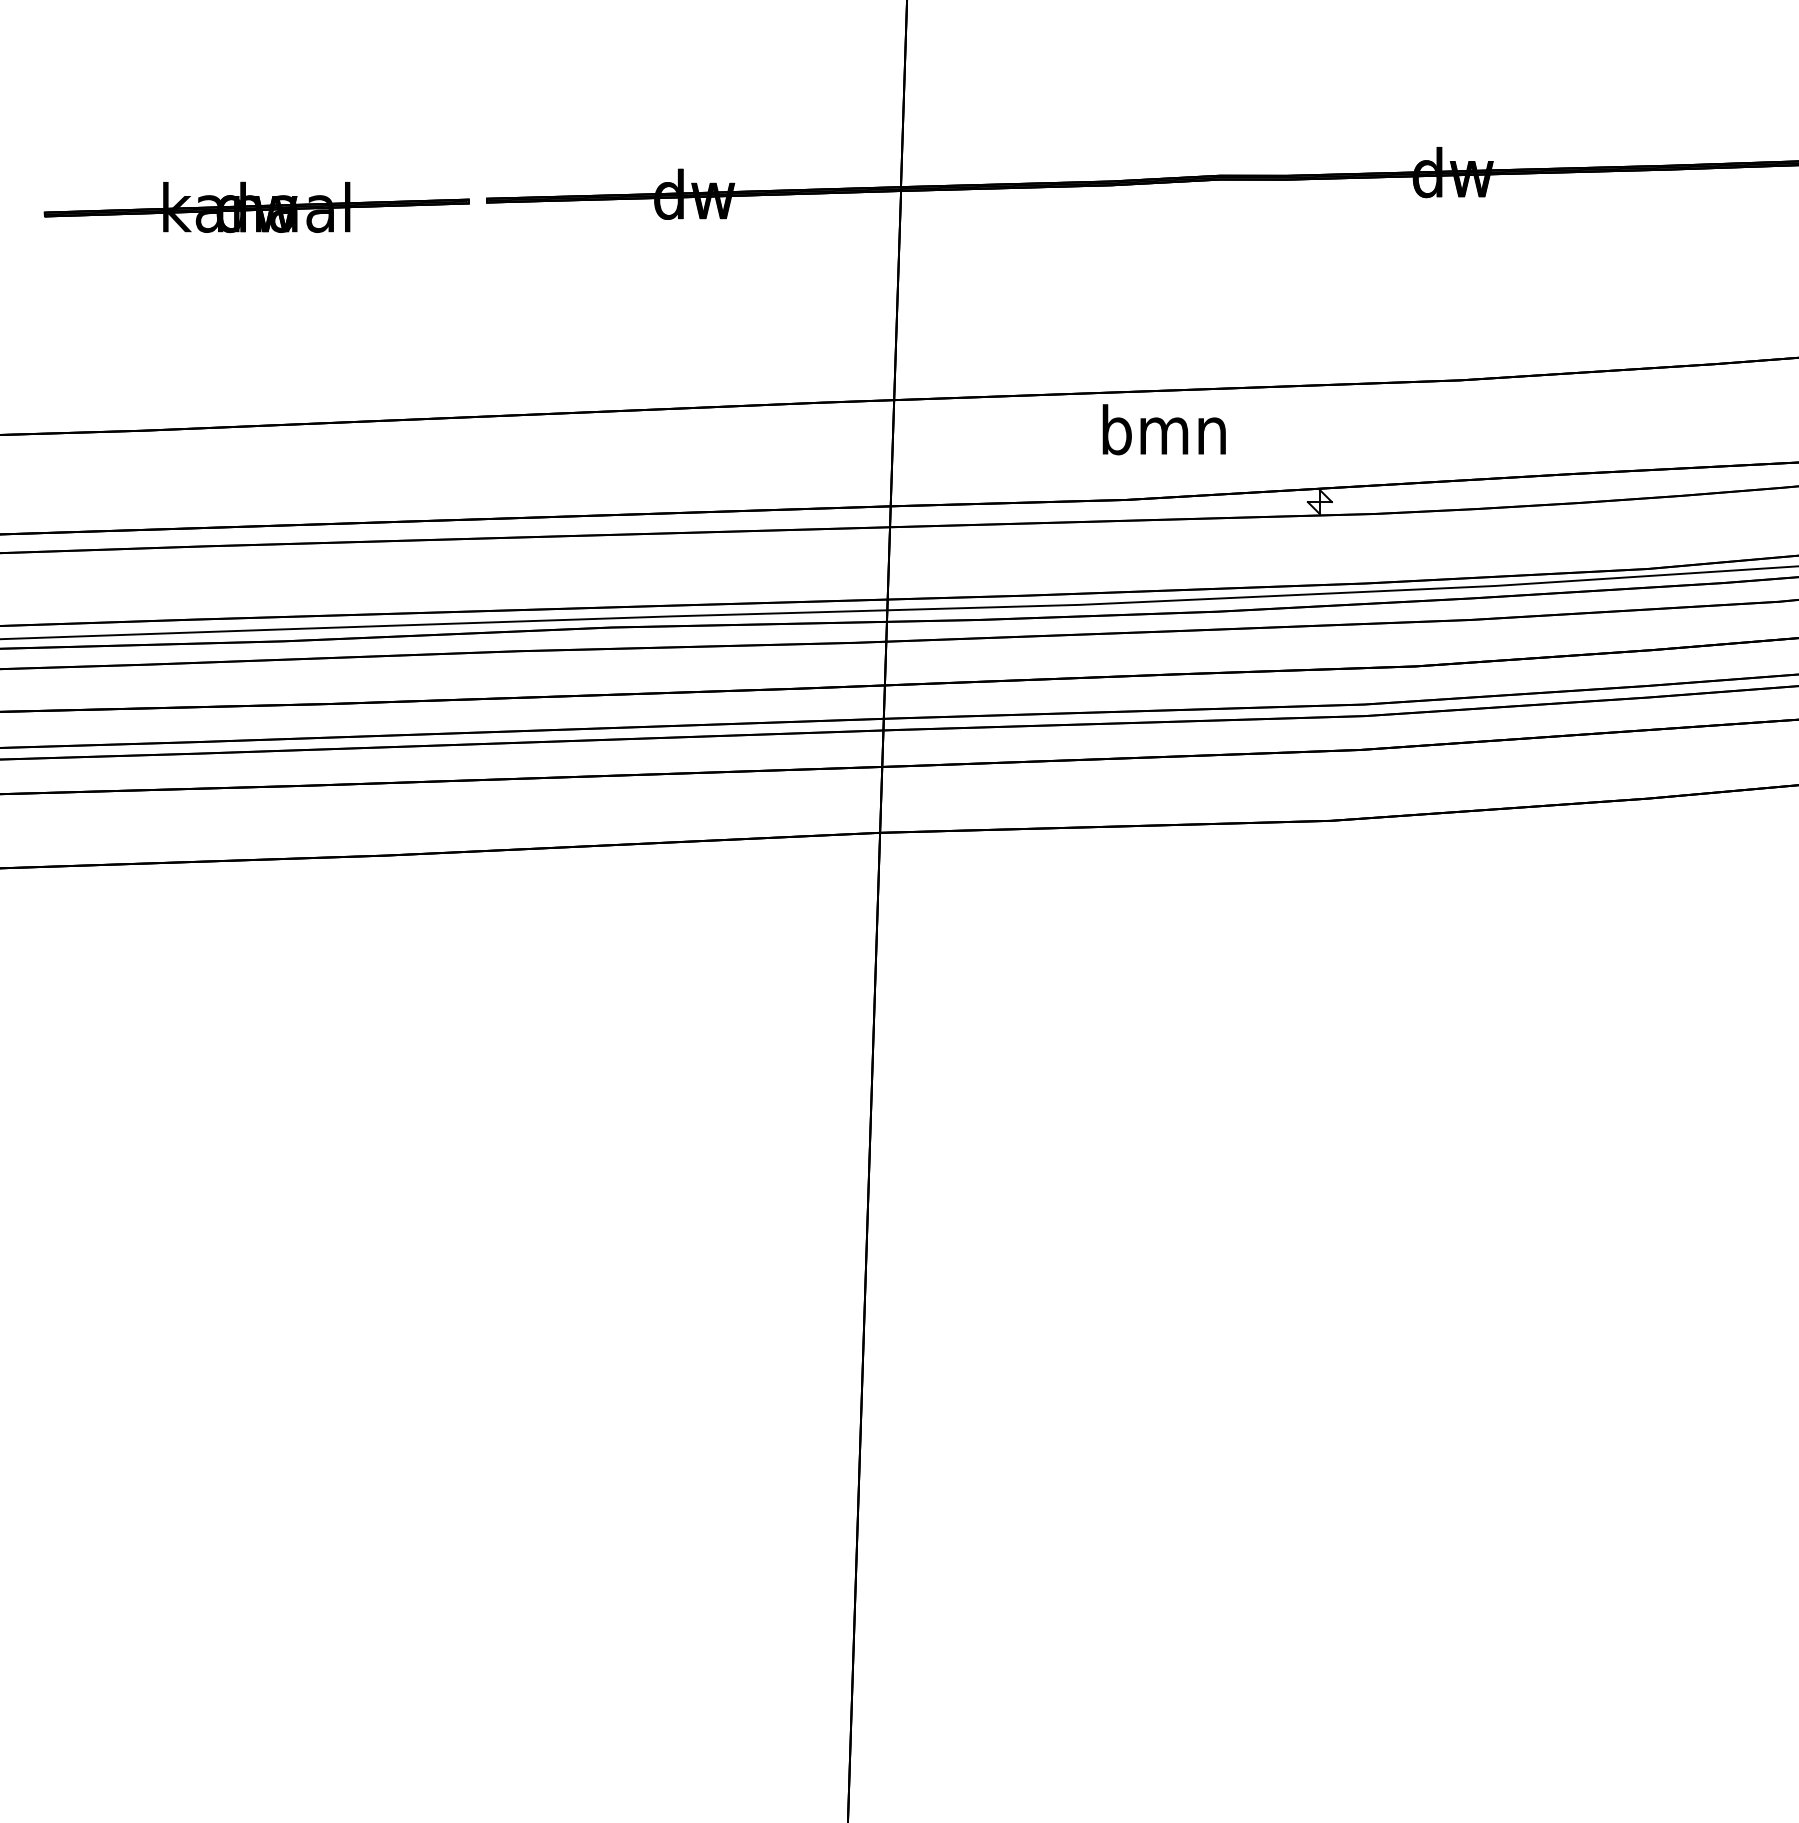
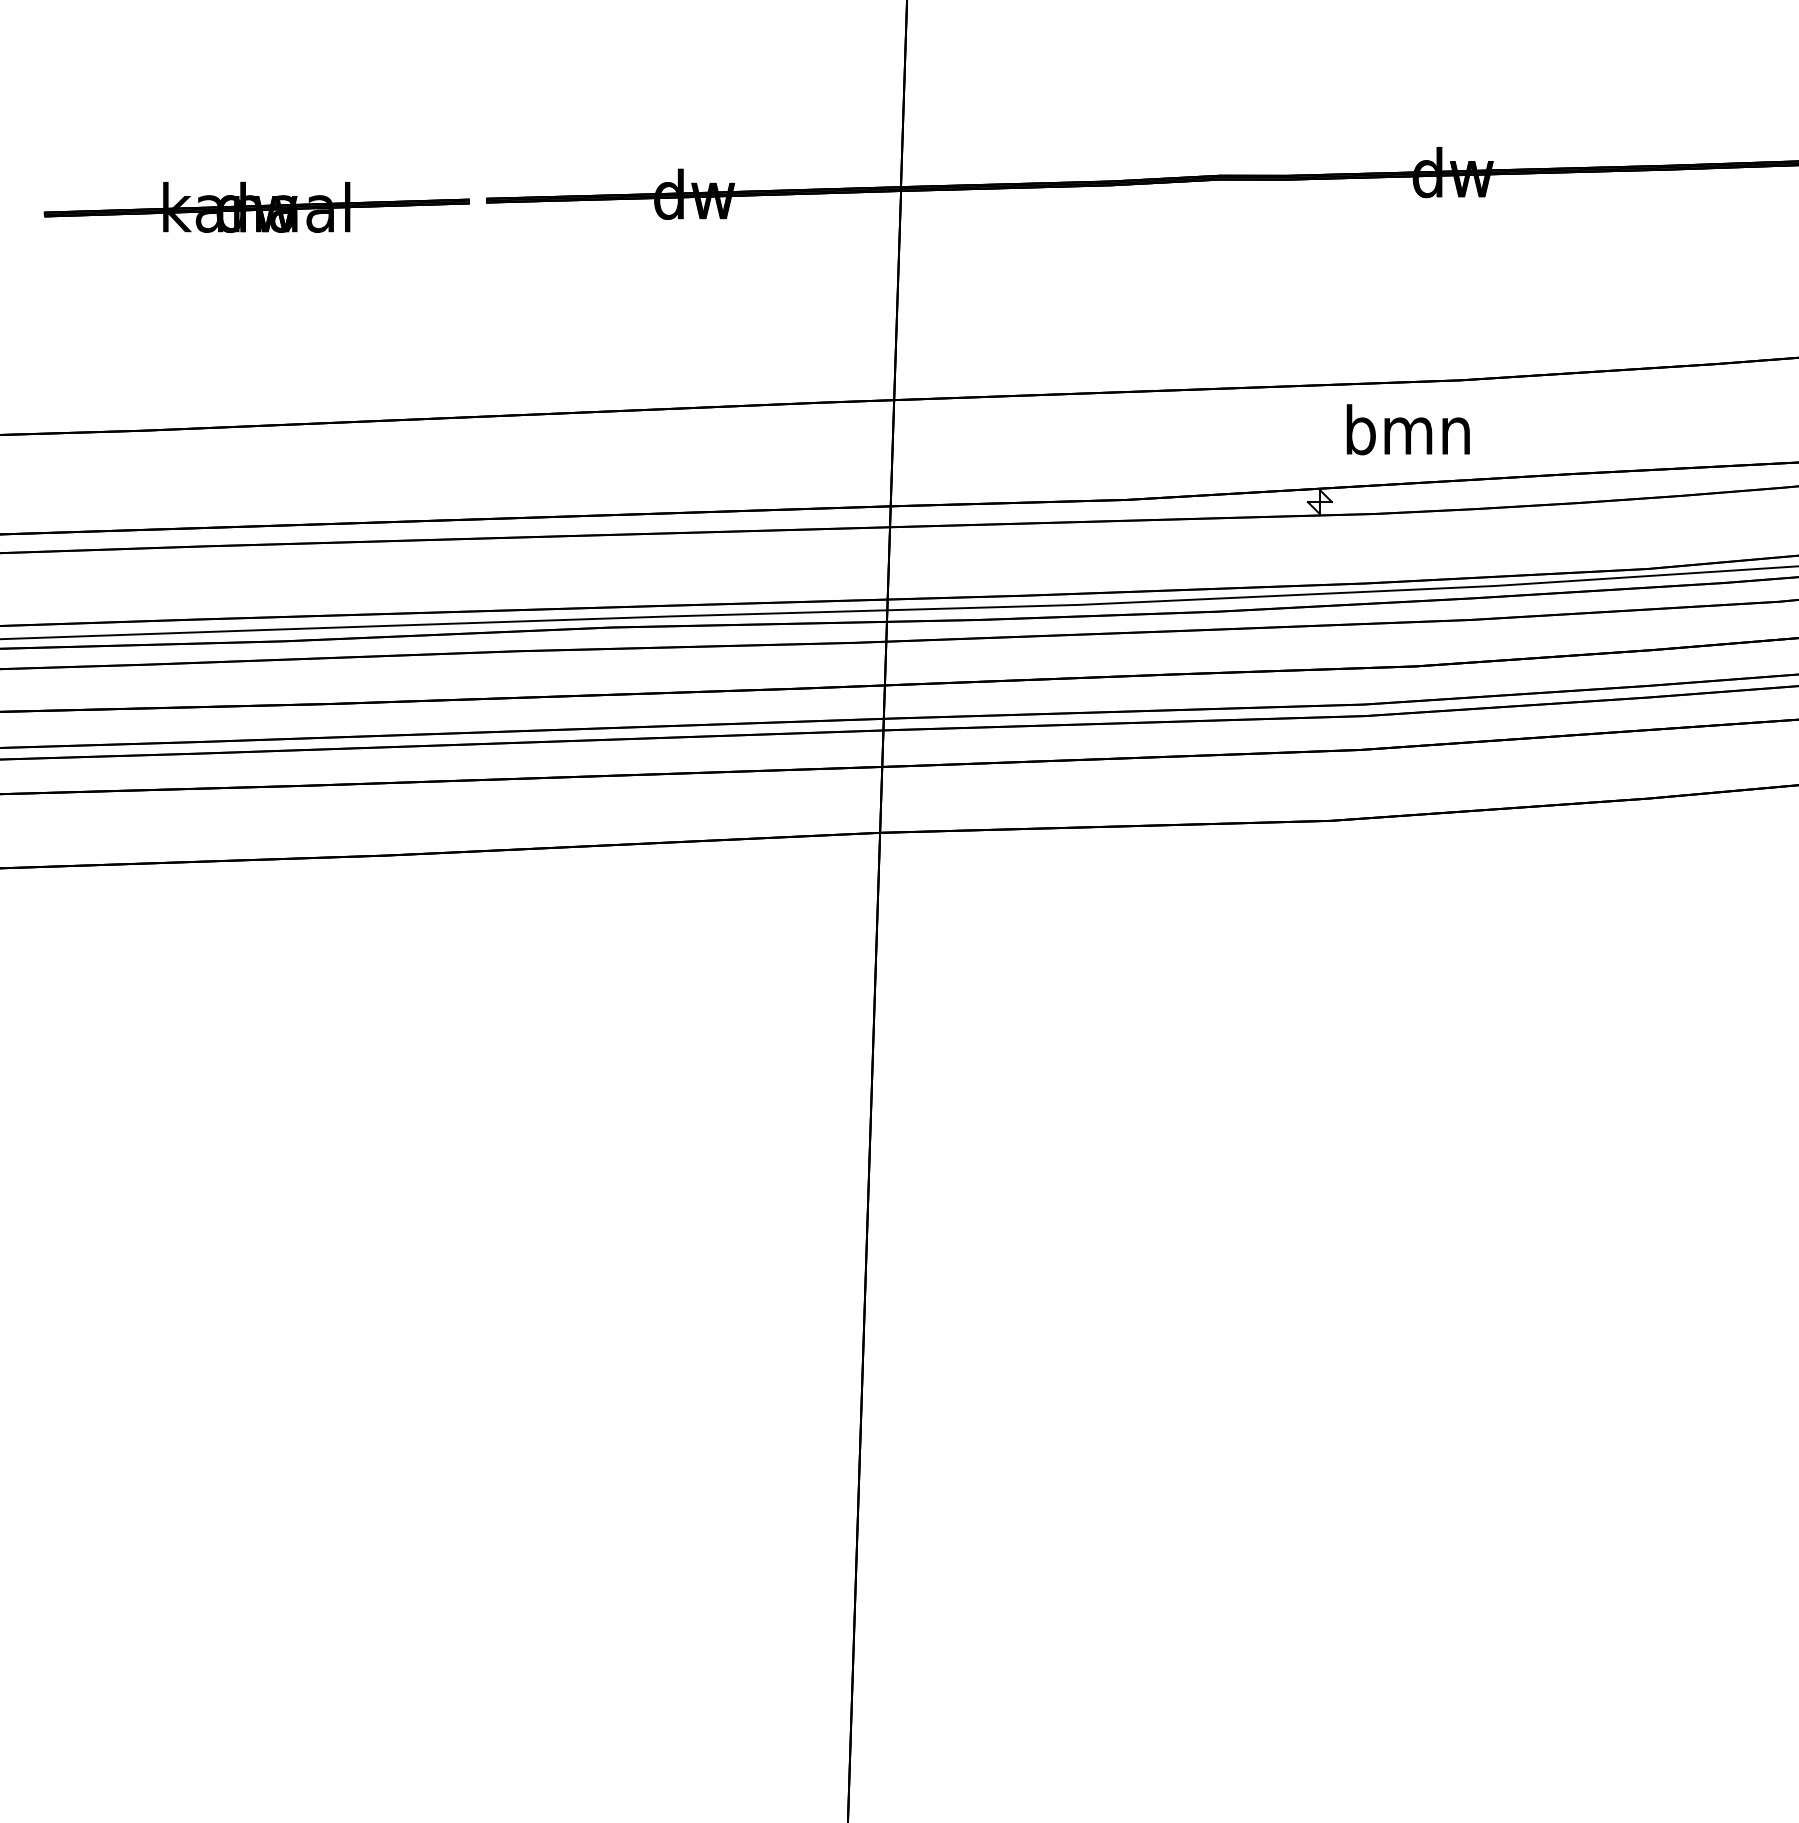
text at (1163, 429) position: (1163, 429) -> (1407, 429)
